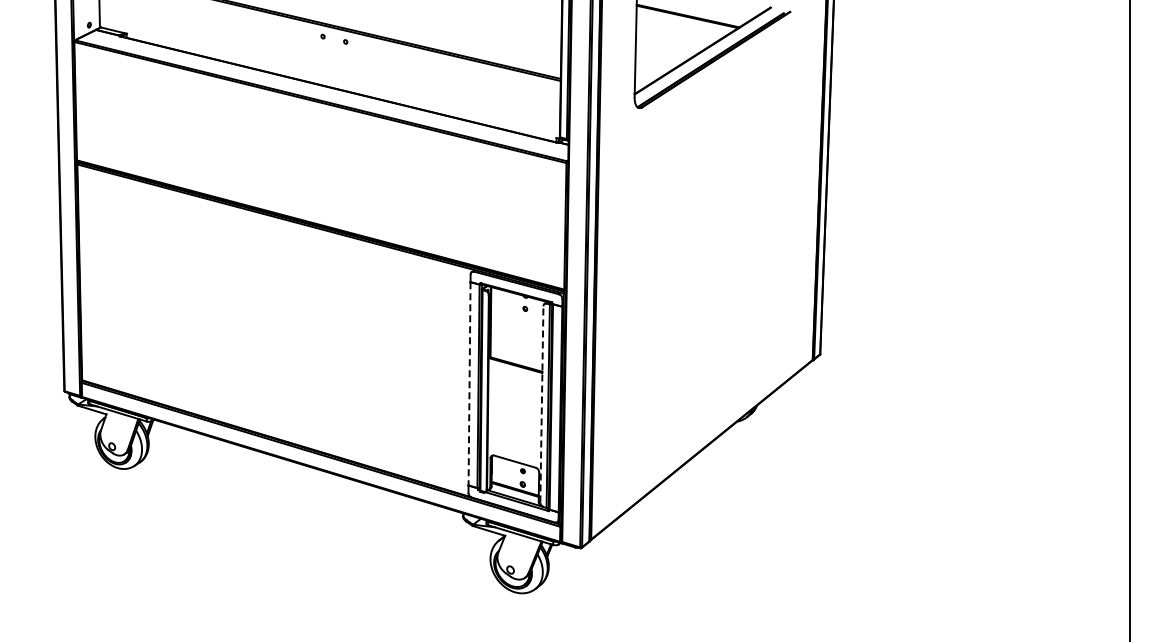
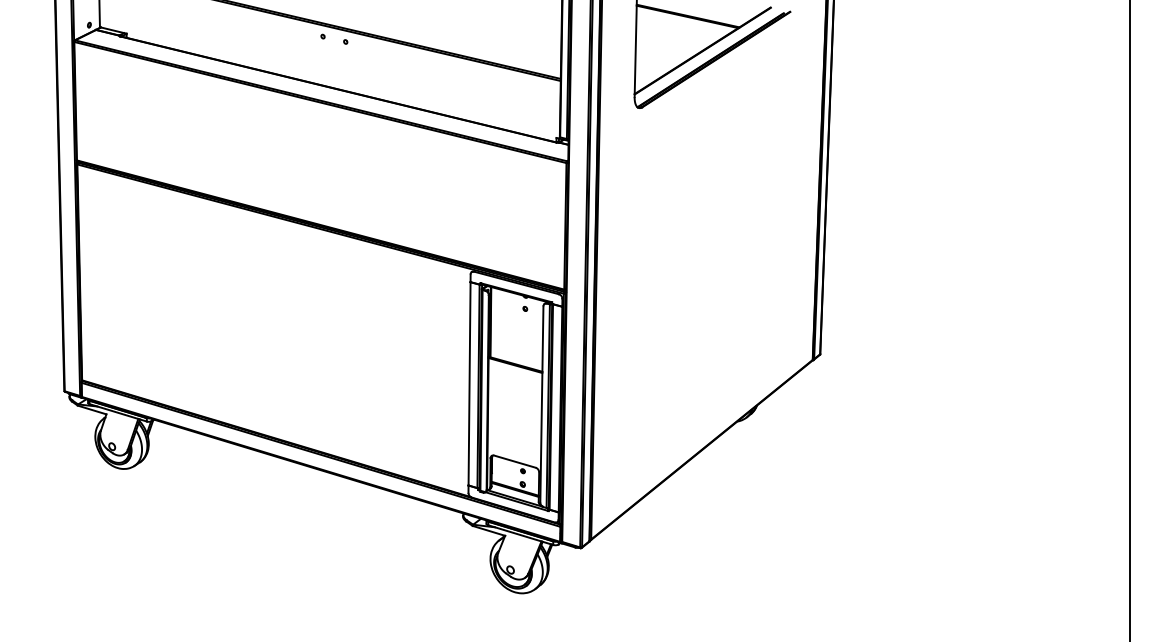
line at (469, 383): dashed -> solid
line at (541, 403): dashed -> solid
